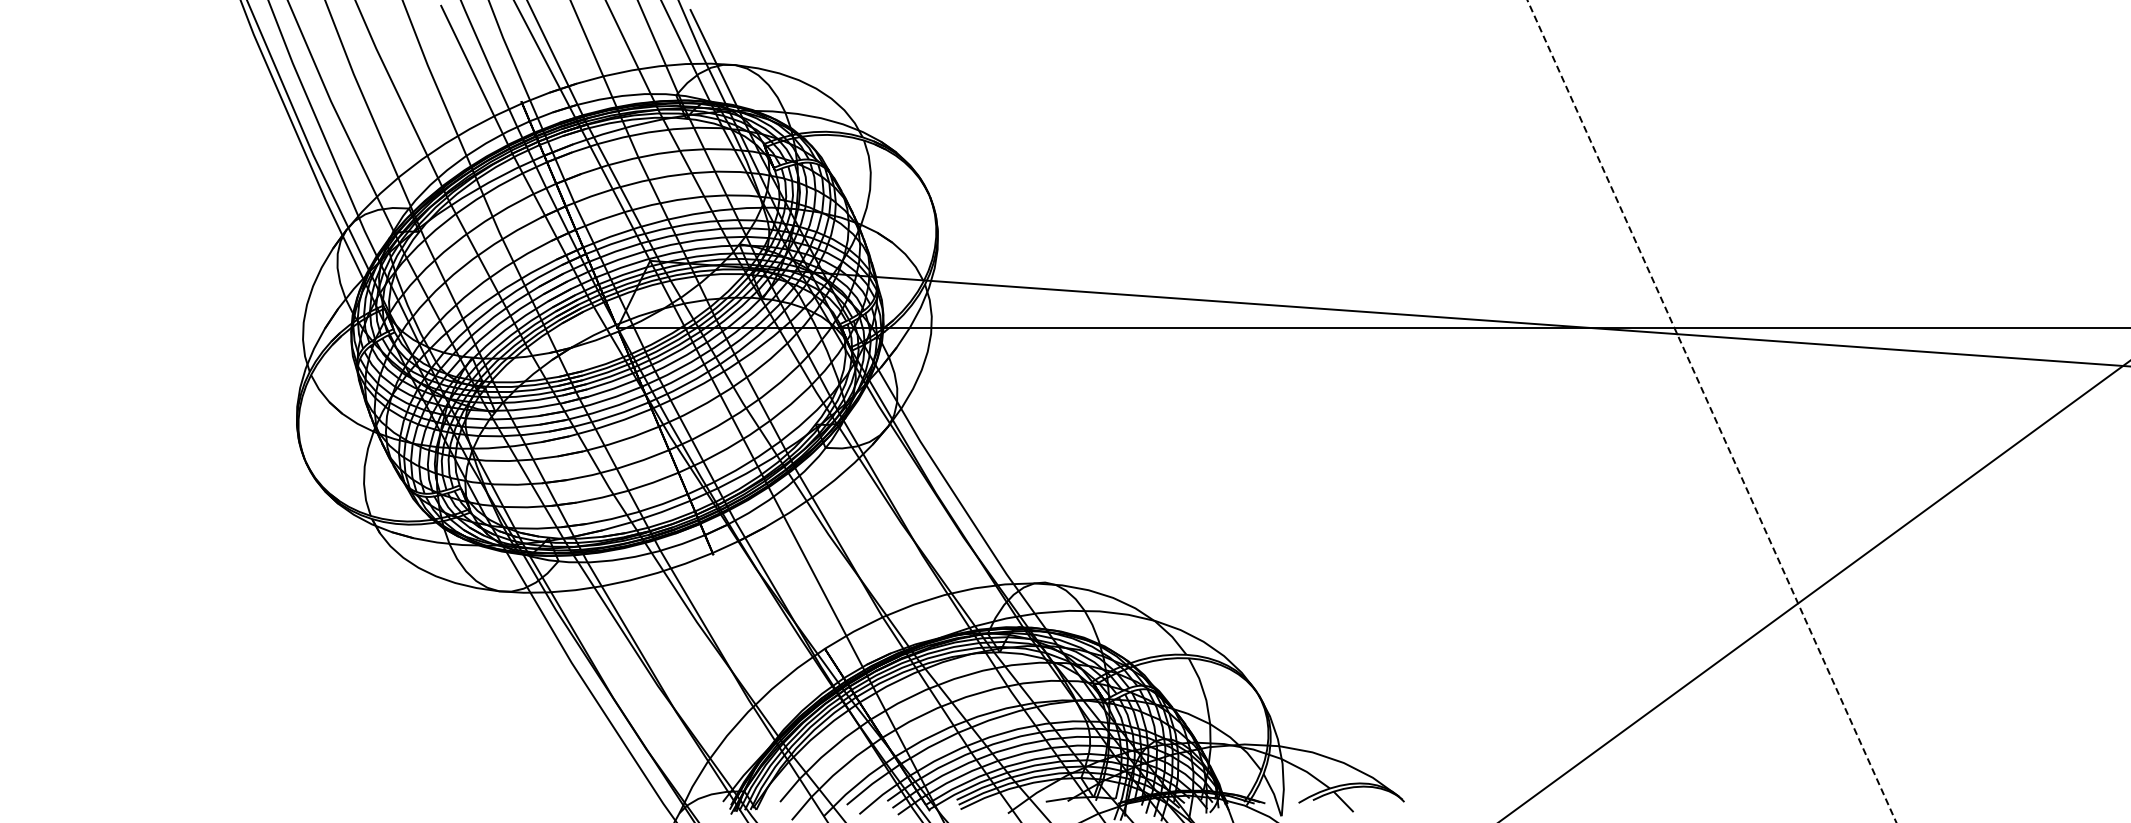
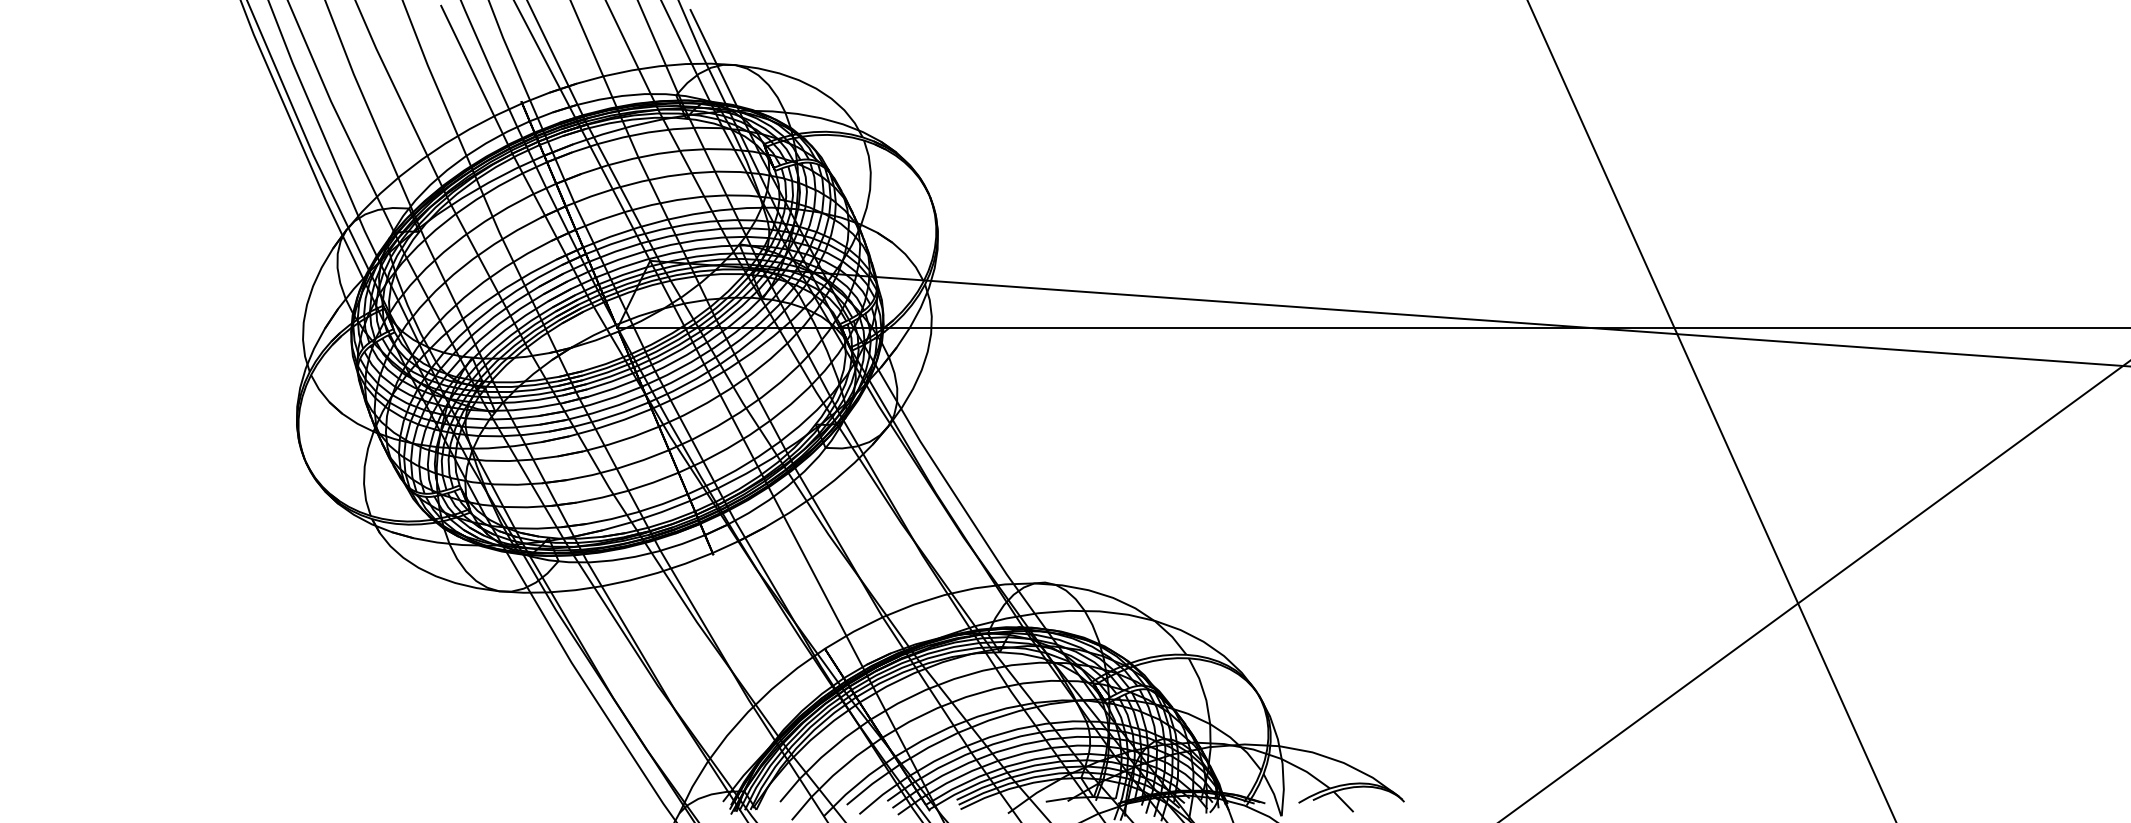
line at (1712, 411): dashed -> solid
